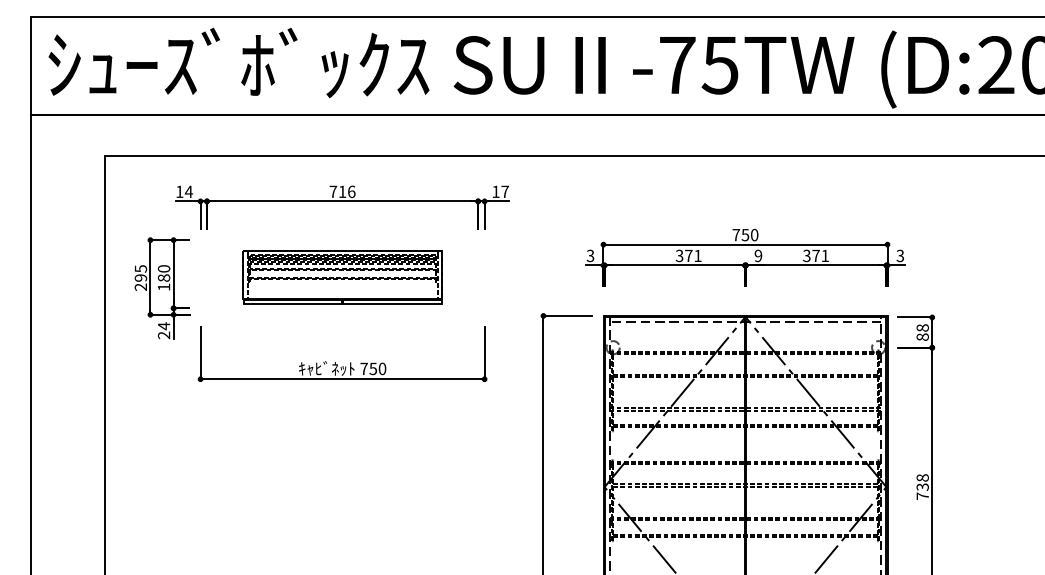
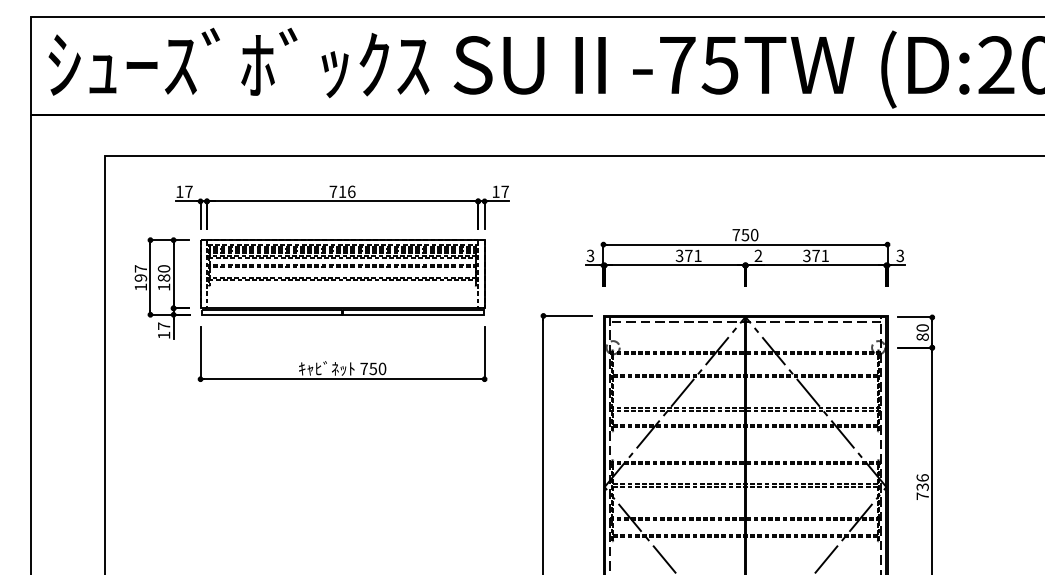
text at (188, 191): 14 -> 17
text at (758, 256): 9 -> 2
text at (140, 277): 295 -> 197
part at (342, 277) size: 201x55 px -> 286x77 px
text at (922, 327): 88 -> 80
text at (163, 330): 24 -> 17
text at (922, 477): 738 -> 736
